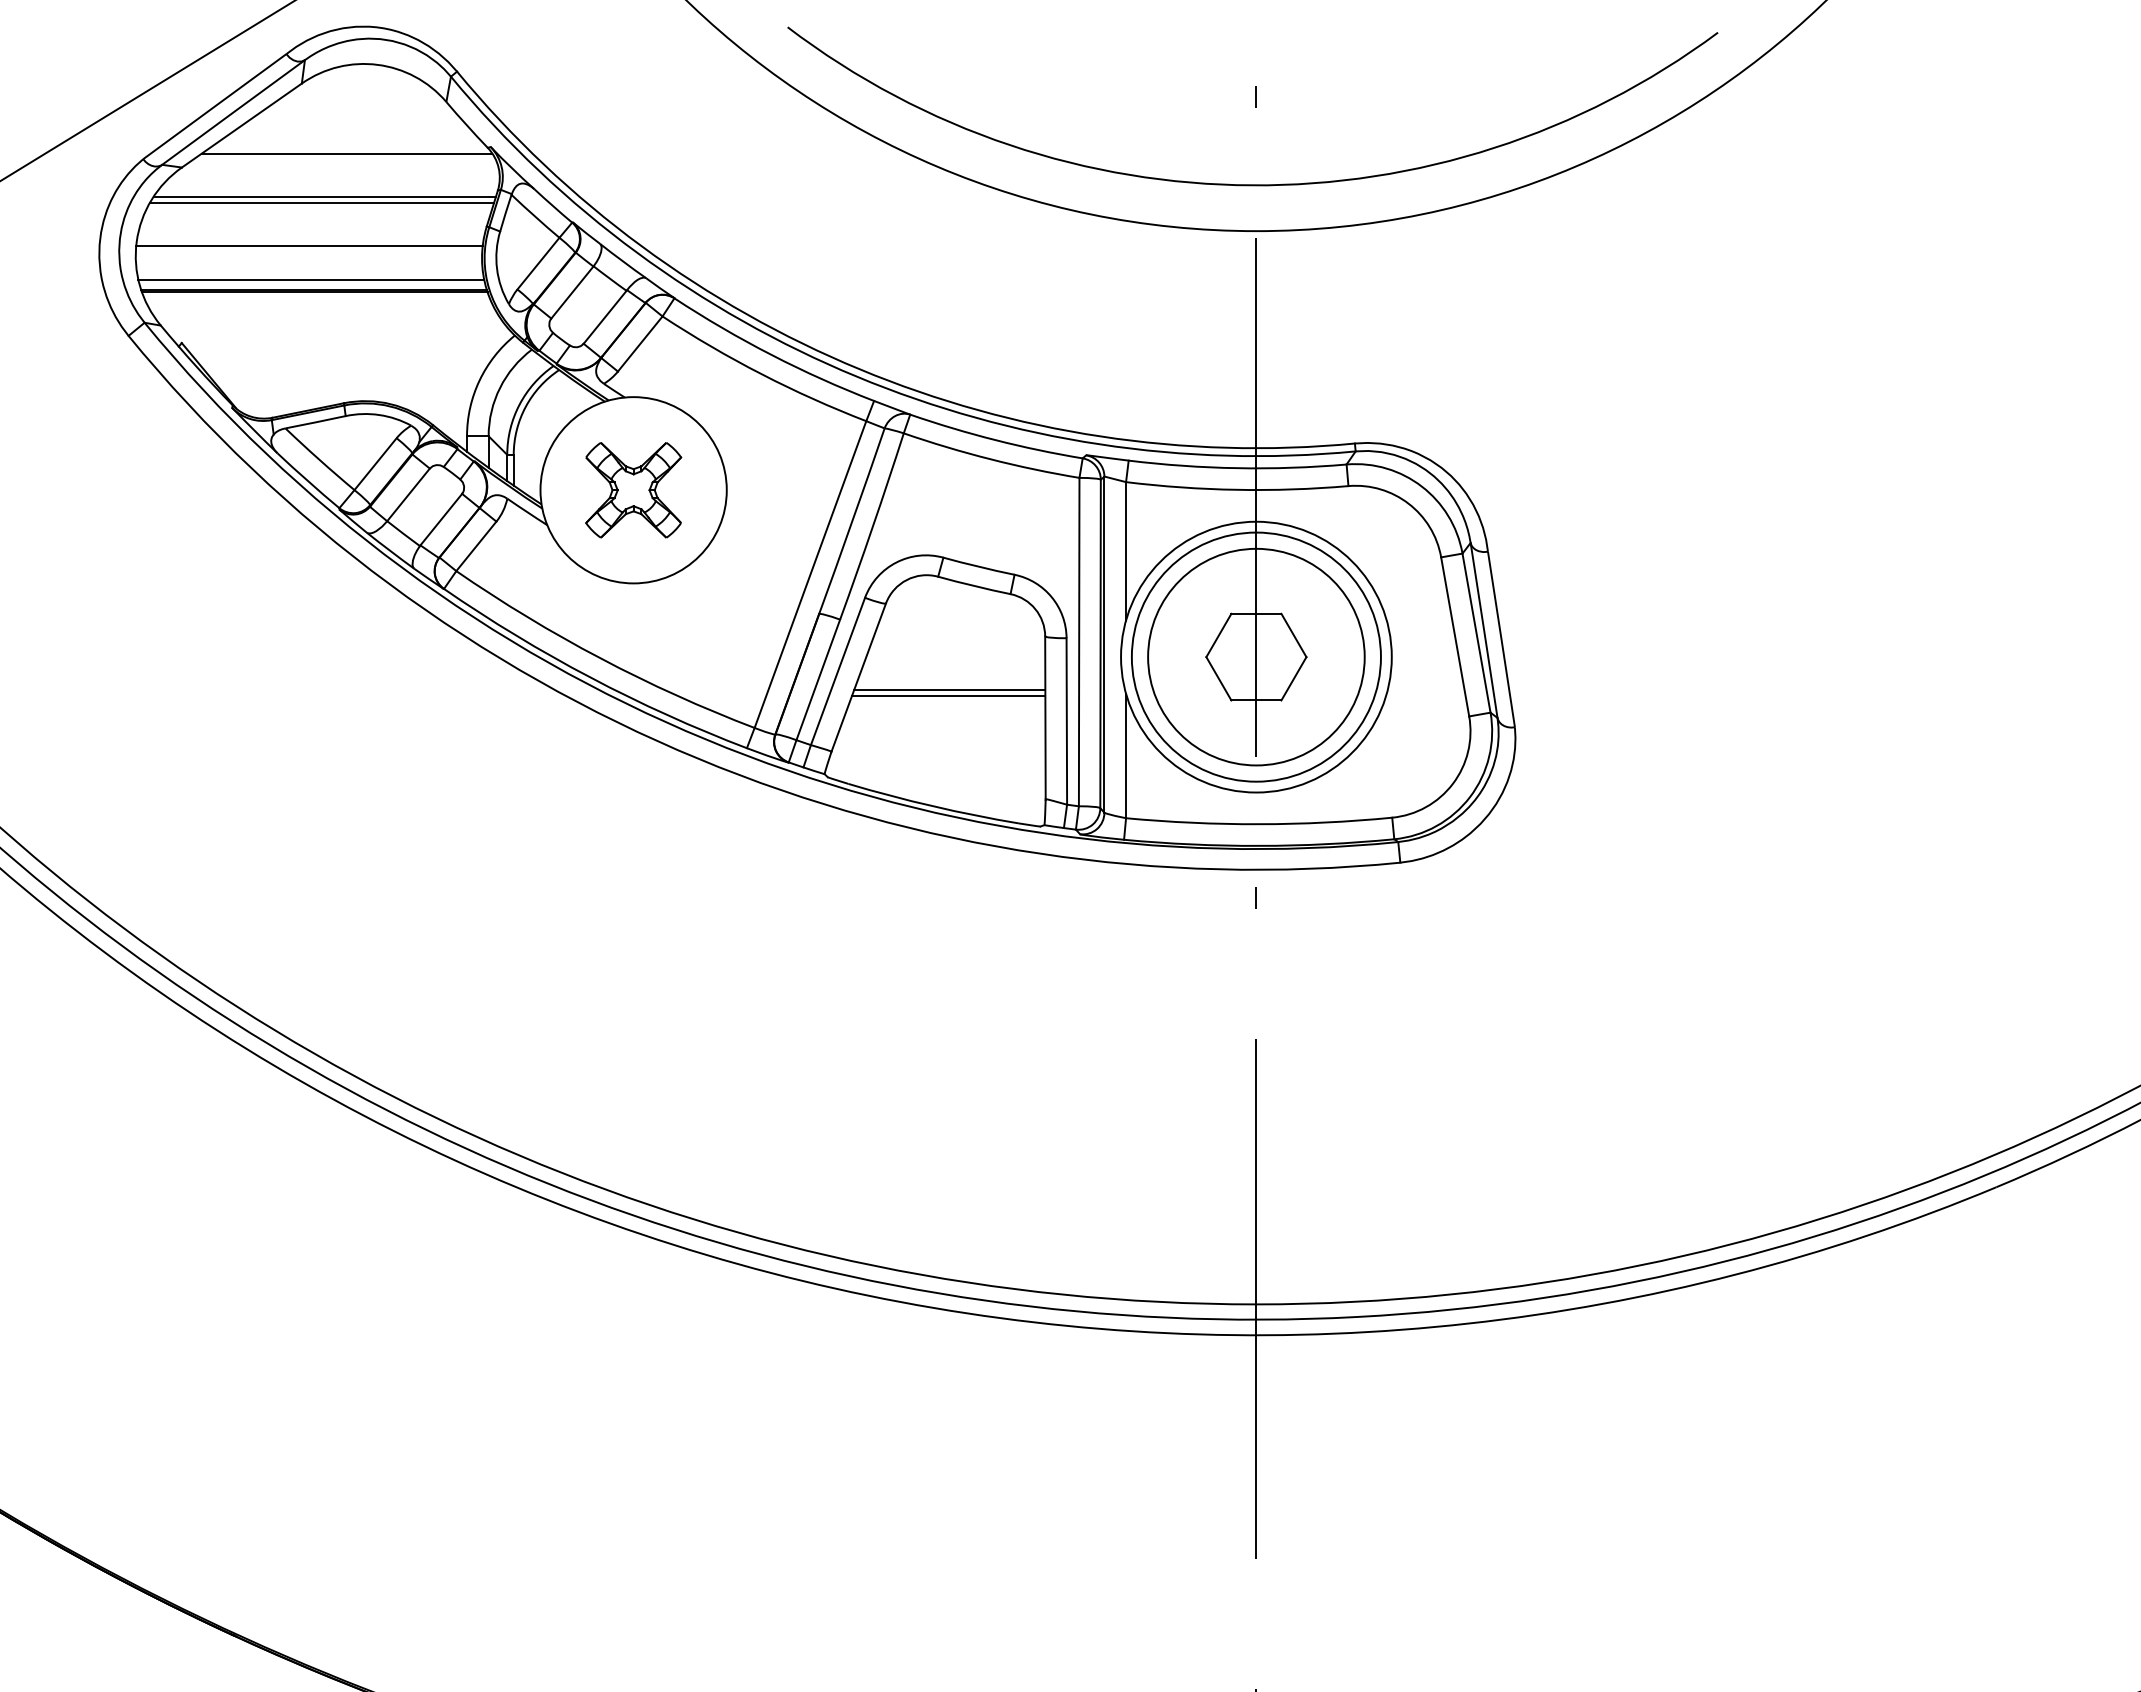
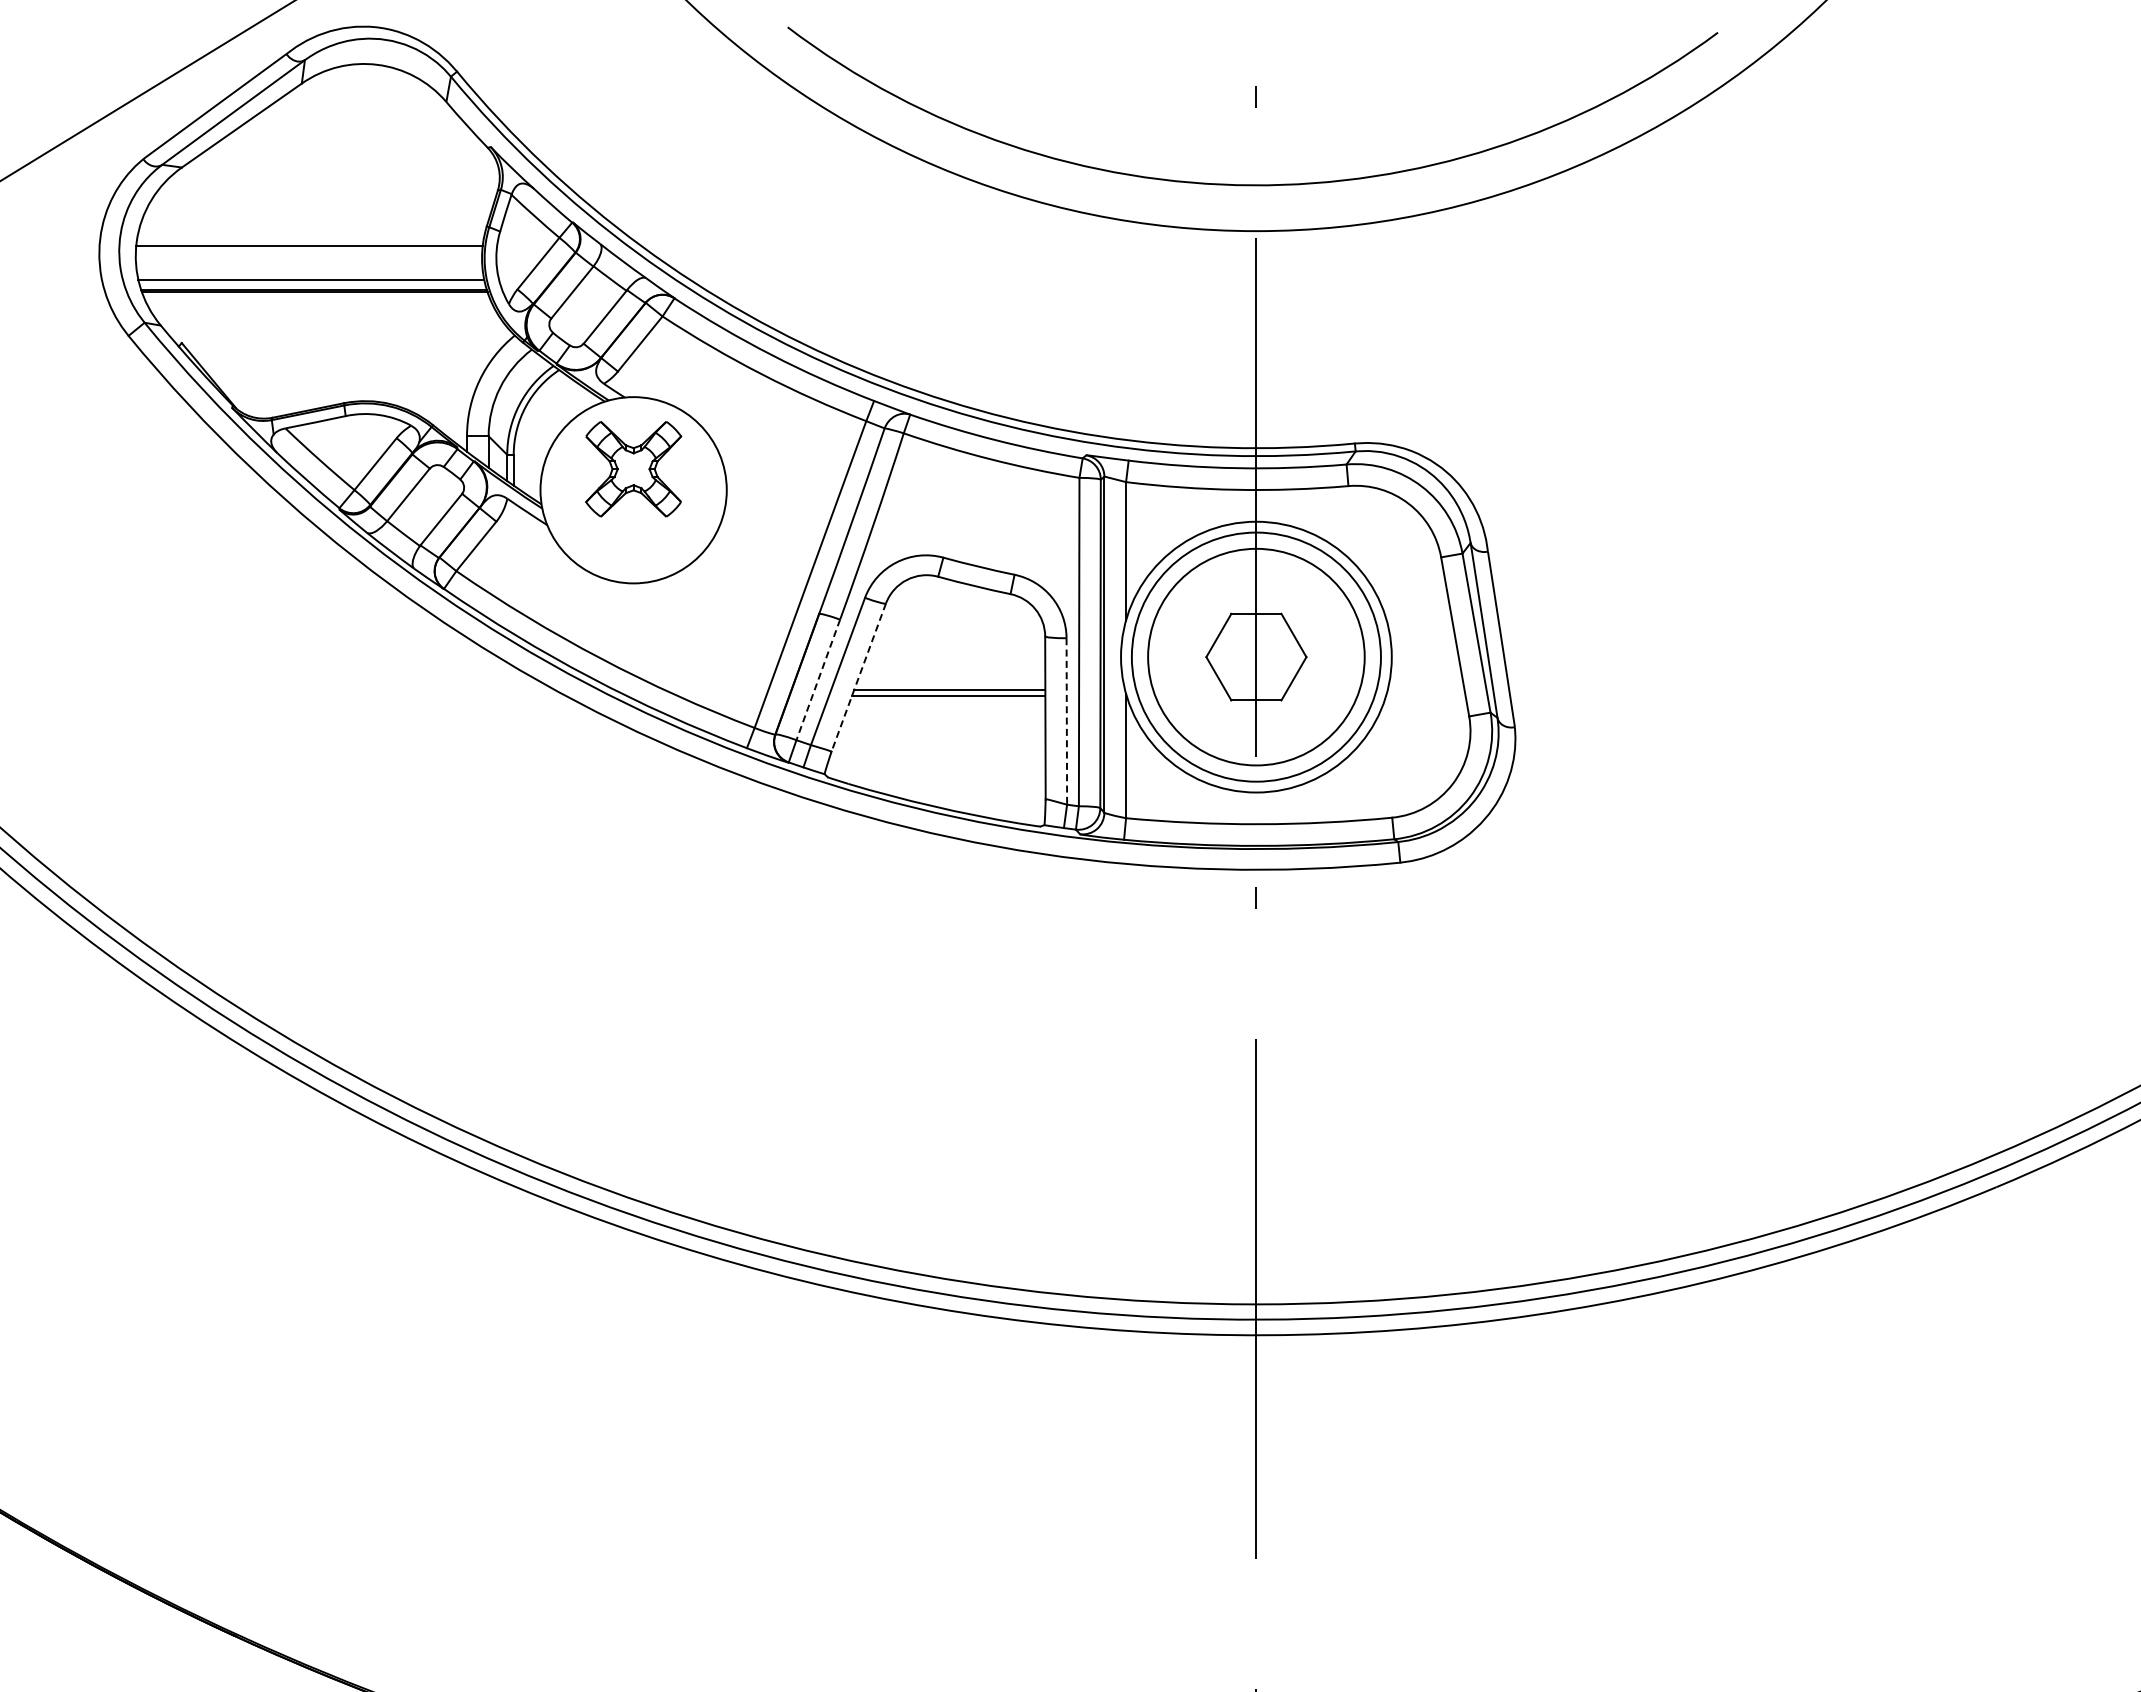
line at (346, 153): present -> none
line at (324, 196): present -> none
line at (321, 202): present -> none
part at (633, 490) position: (633, 490) -> (633, 469)
line at (858, 677): solid -> dashed
line at (818, 680): solid -> dashed
line at (1066, 721): solid -> dashed
